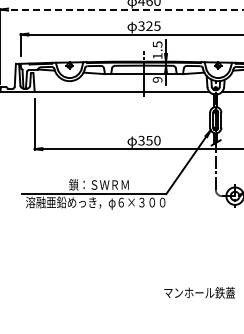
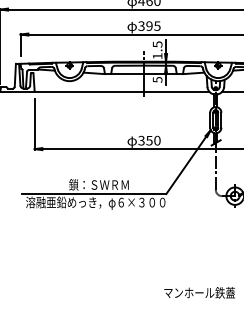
line at (122, 9): dashed -> solid
text at (149, 26): 325 -> 395
text at (157, 79): 9 -> 5
